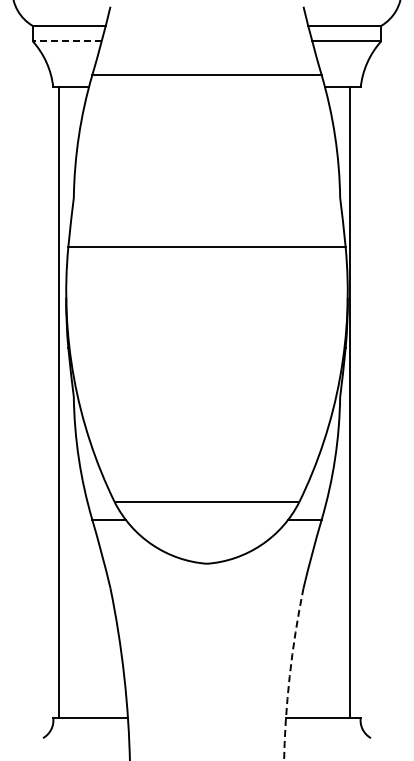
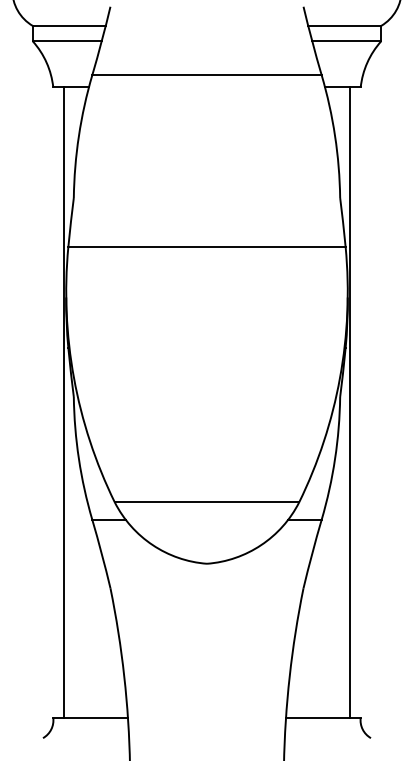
line at (66, 41): dashed -> solid
line at (58, 402) position: (58, 402) -> (63, 402)
arc at (289, 674): dashed -> solid
